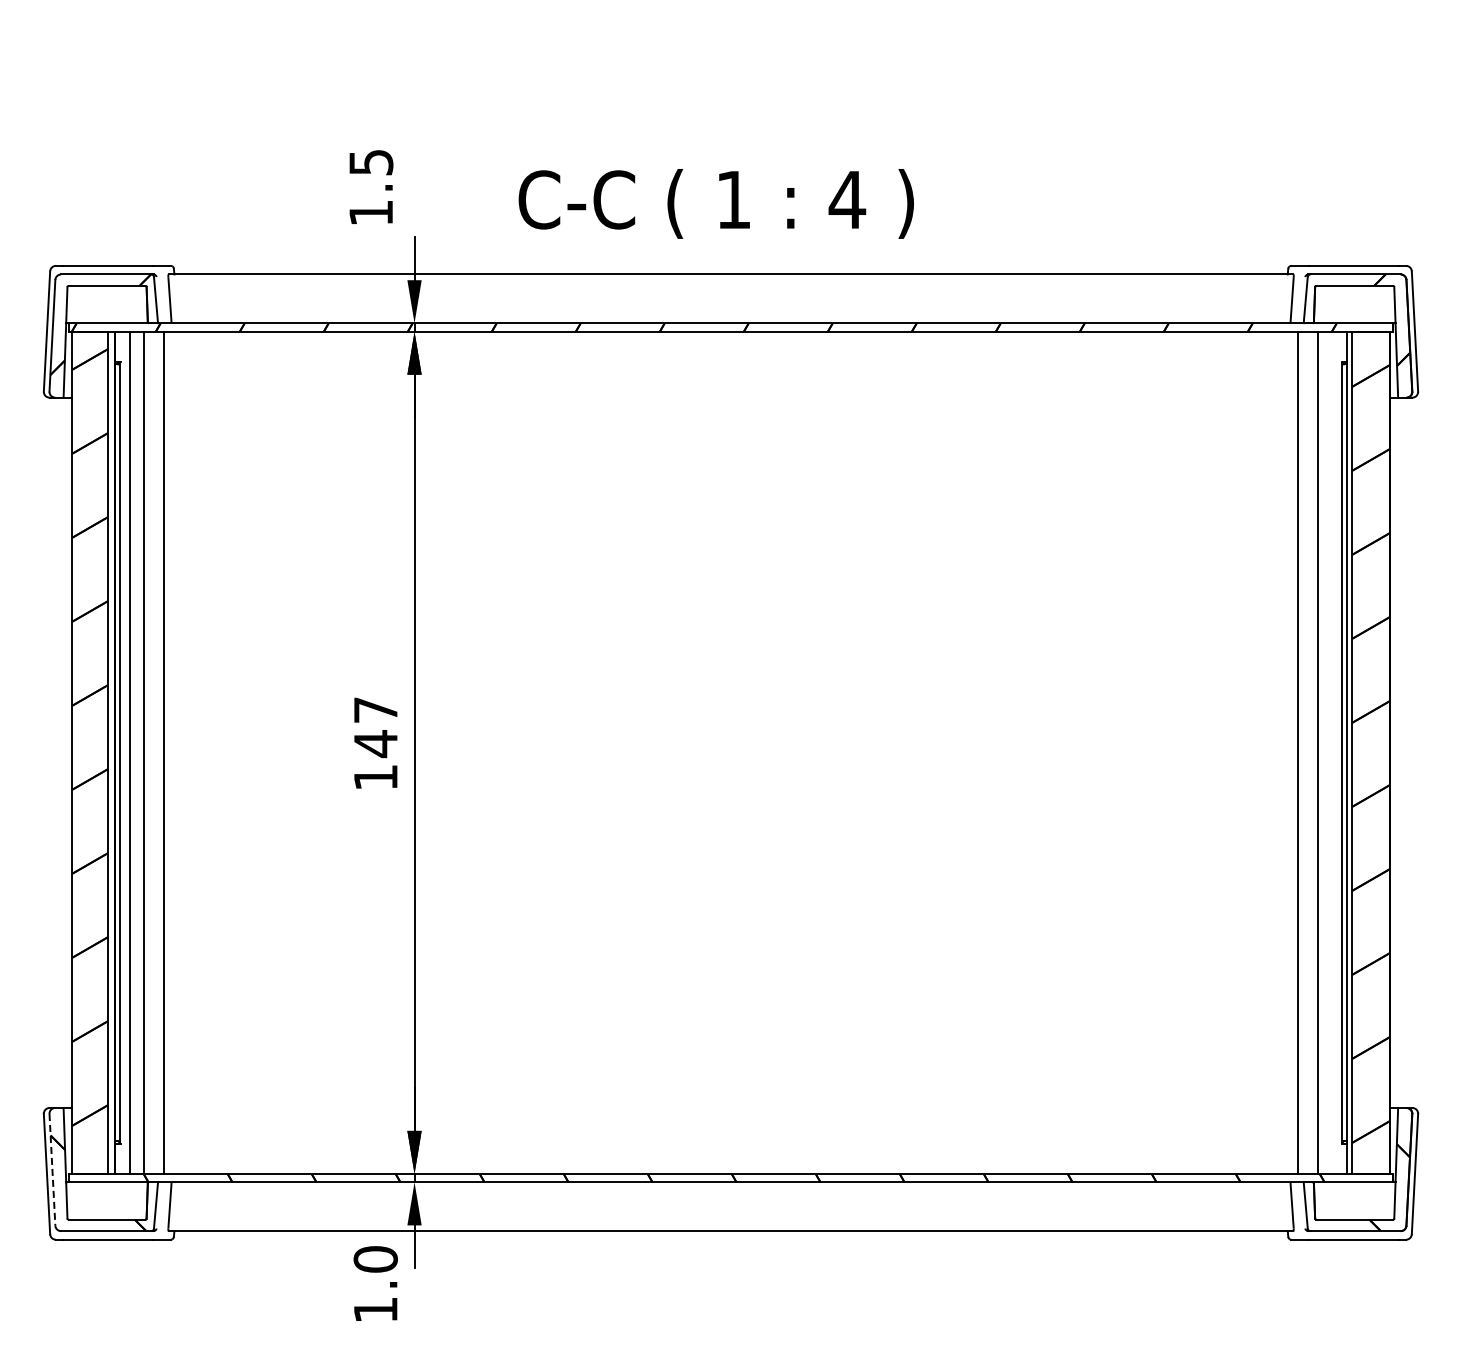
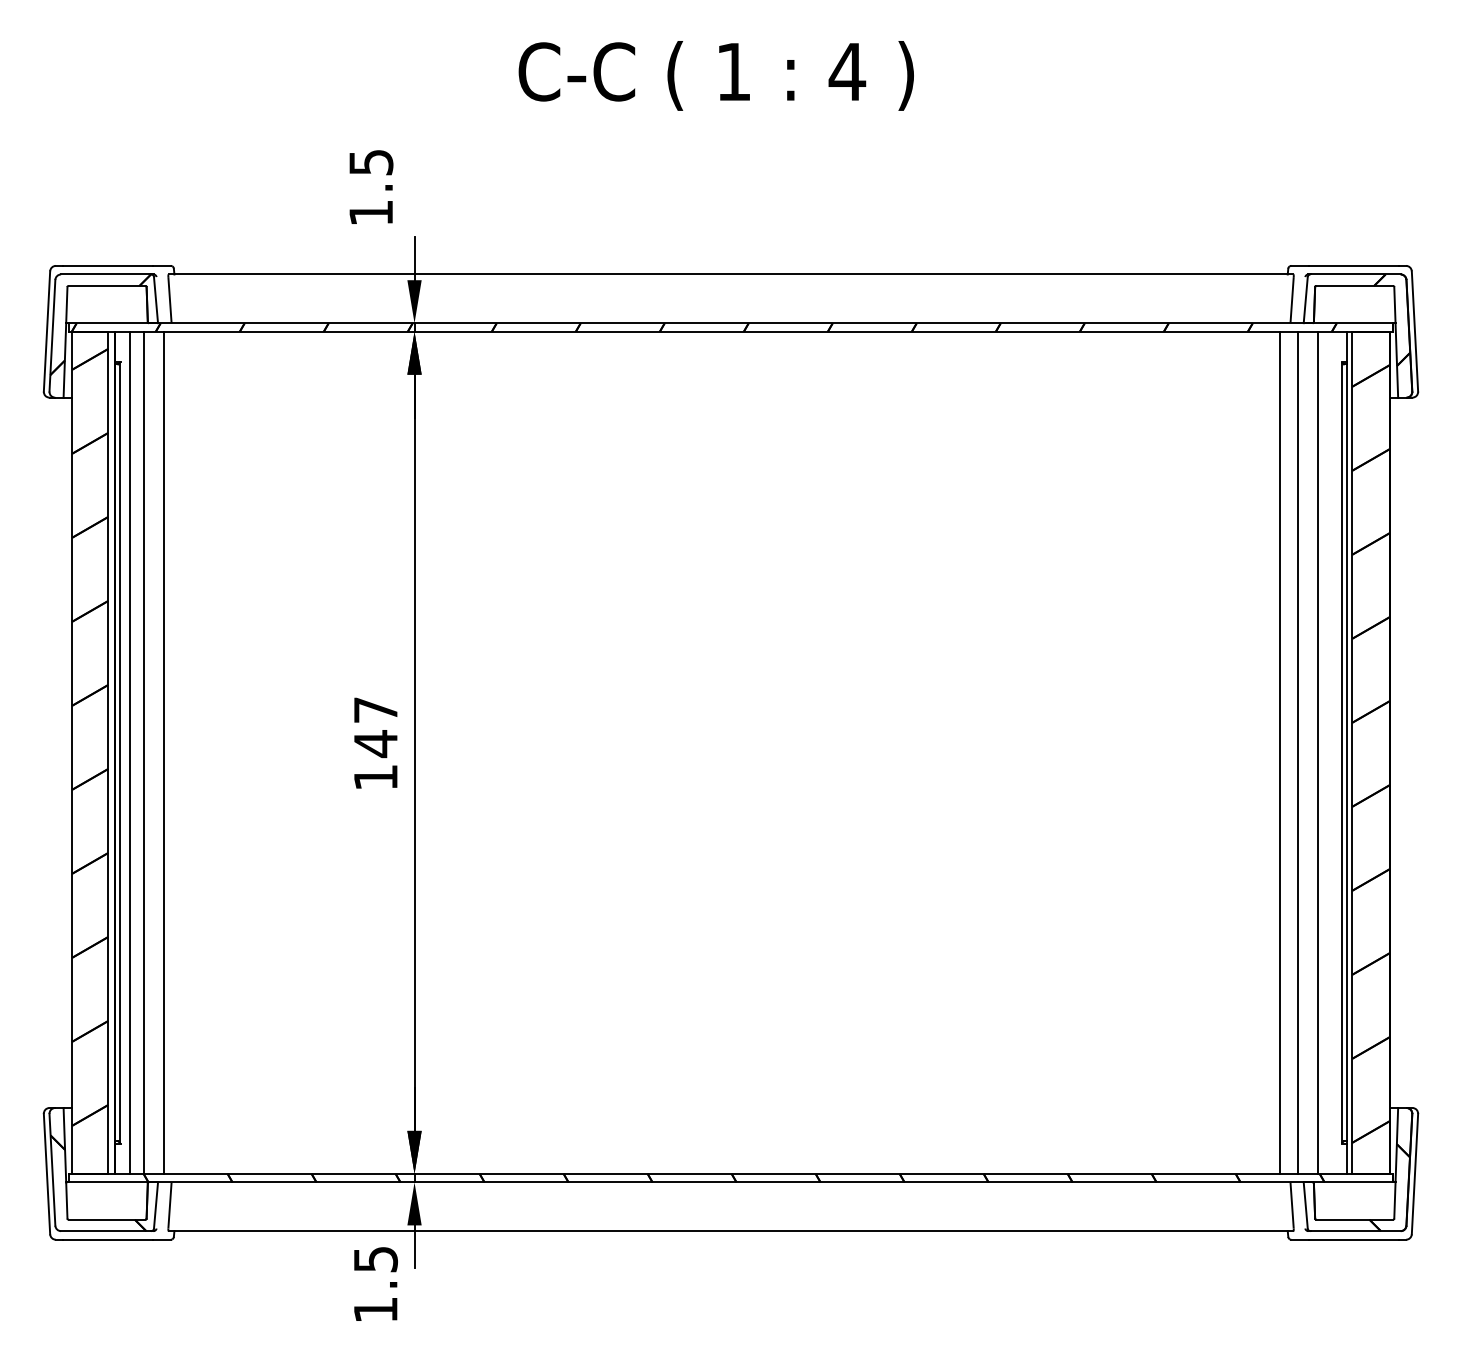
text at (715, 203) position: (715, 203) -> (715, 75)
line at (1279, 752): none -> present
line at (52, 1169): dashed -> solid
text at (375, 1259): 1.0 -> 1.5
